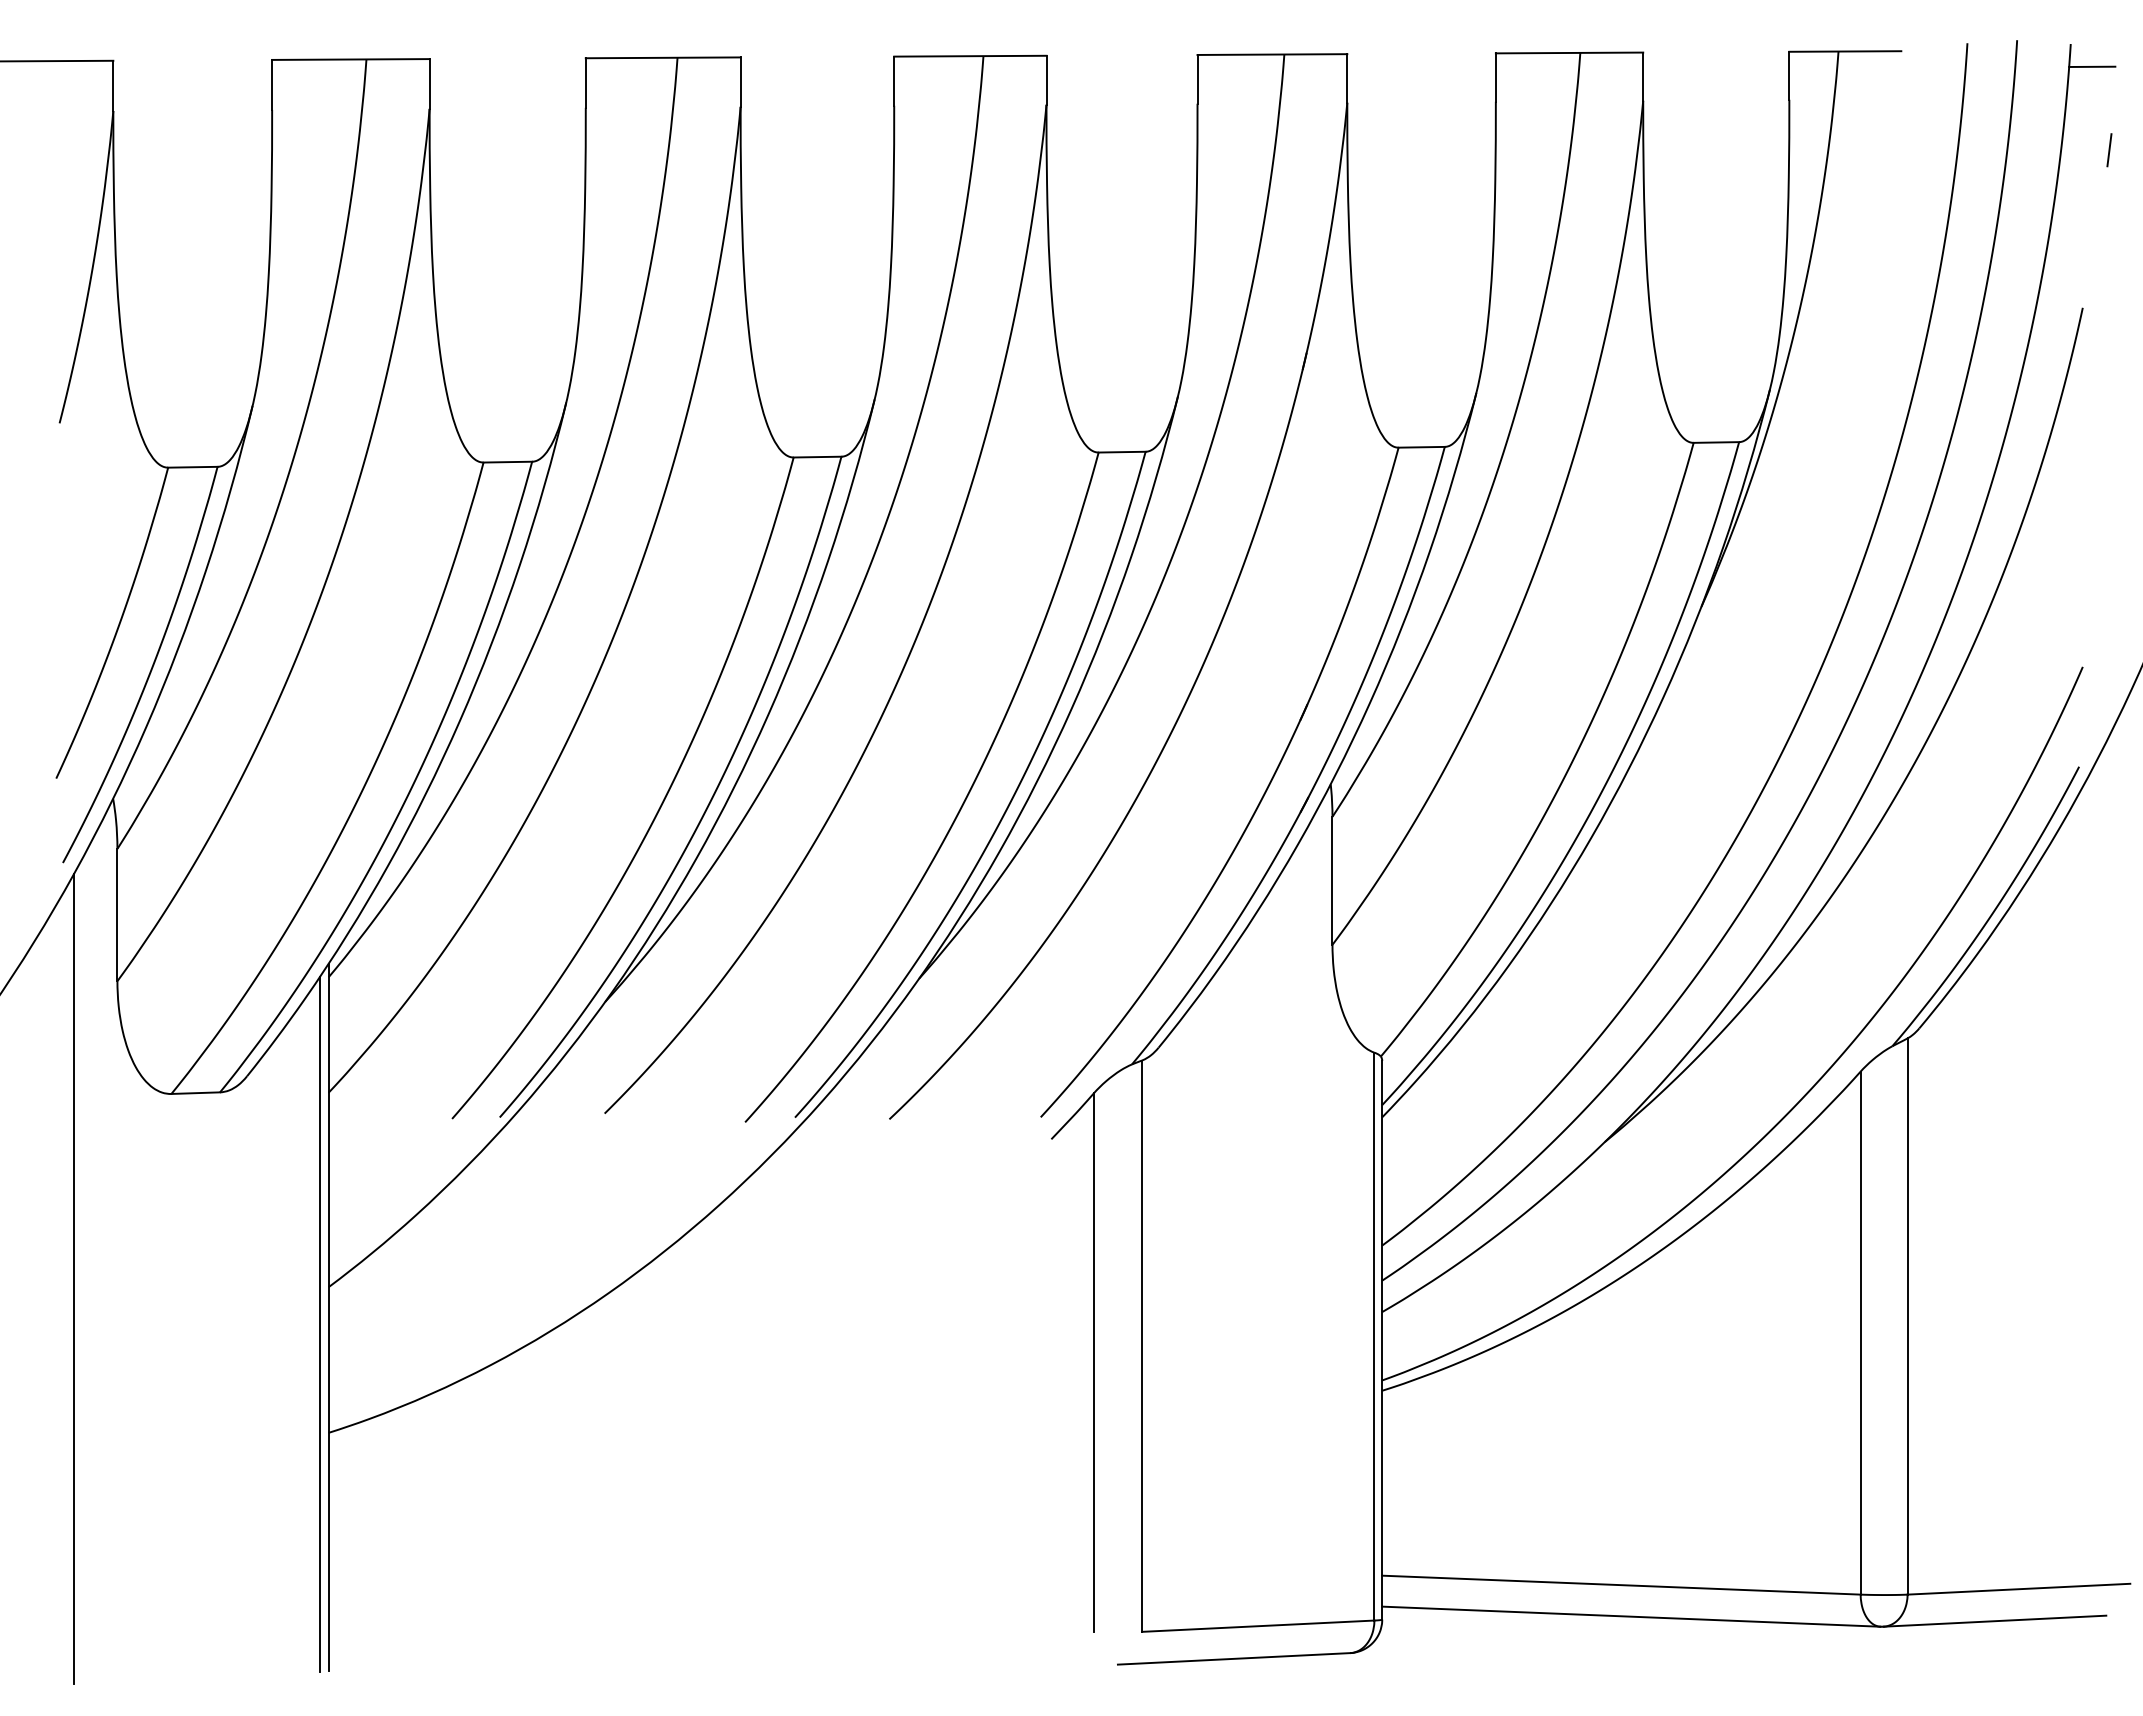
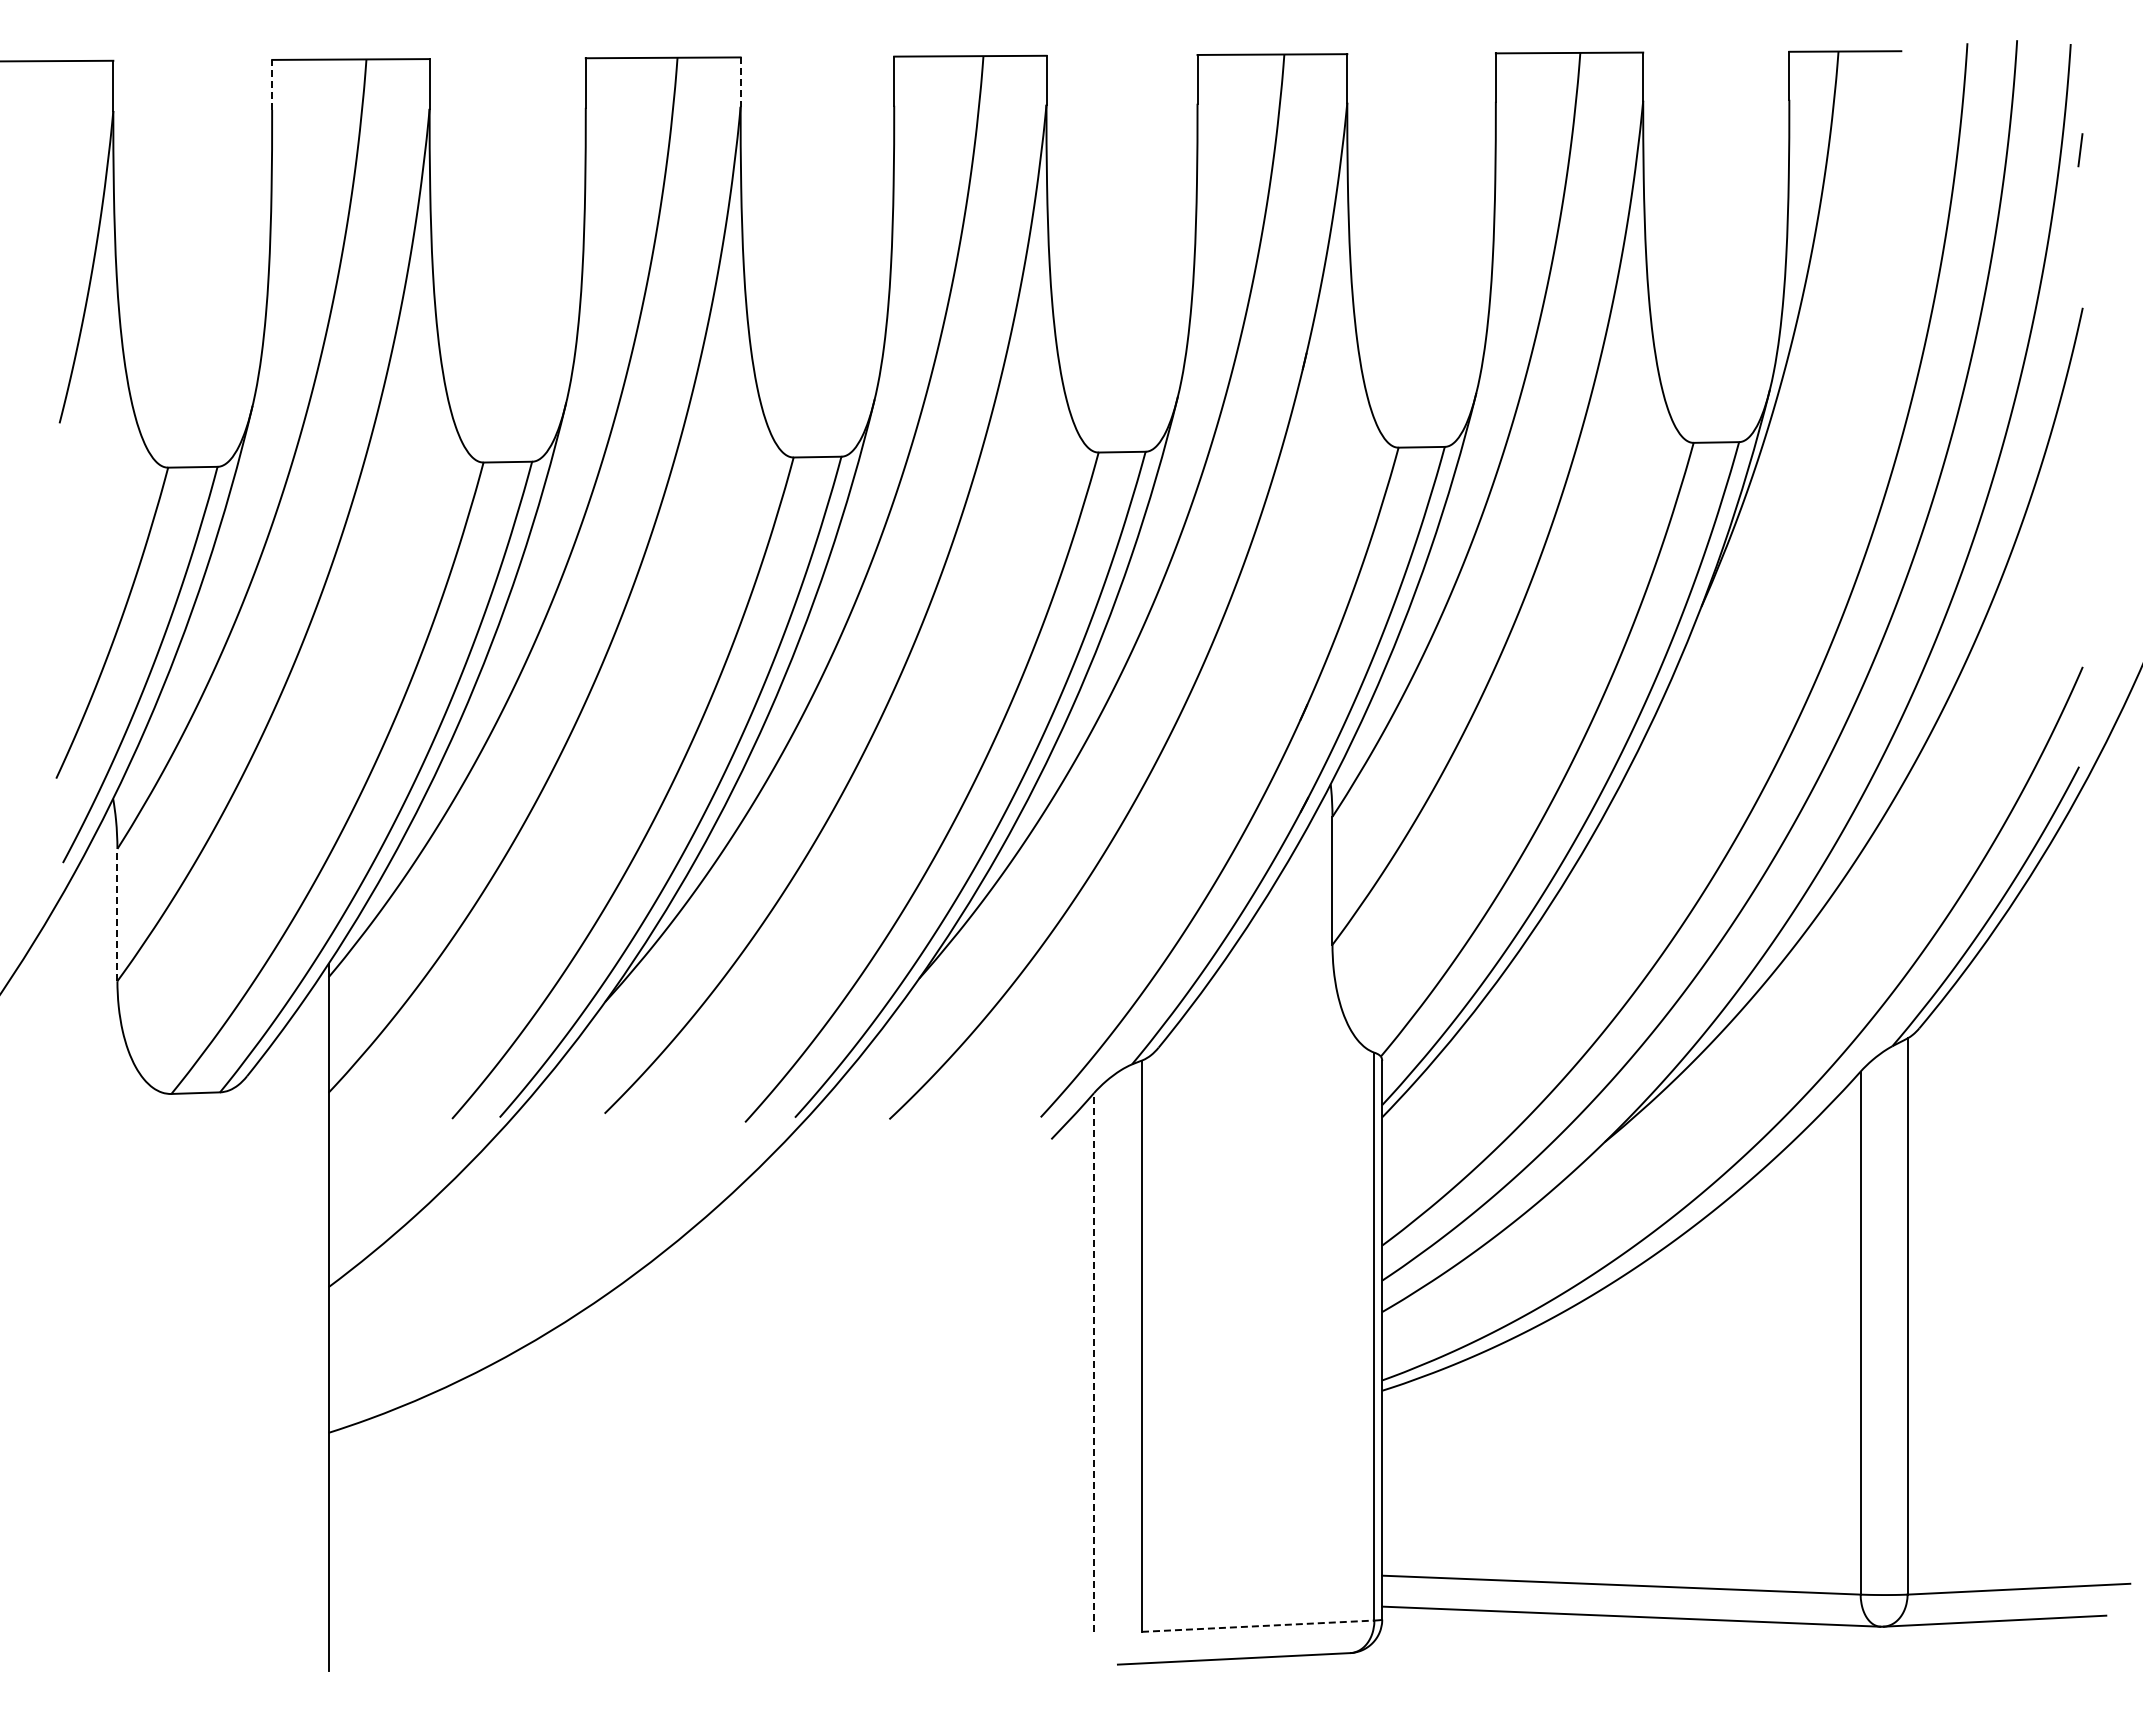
line at (2092, 66): present -> none
line at (740, 82): solid -> dashed
line at (272, 84): solid -> dashed
line at (2109, 150) position: (2109, 150) -> (2080, 150)
line at (117, 914): solid -> dashed
line at (73, 1278): present -> none
line at (319, 1323): present -> none
line at (1094, 1361): solid -> dashed
line at (1258, 1626): solid -> dashed
